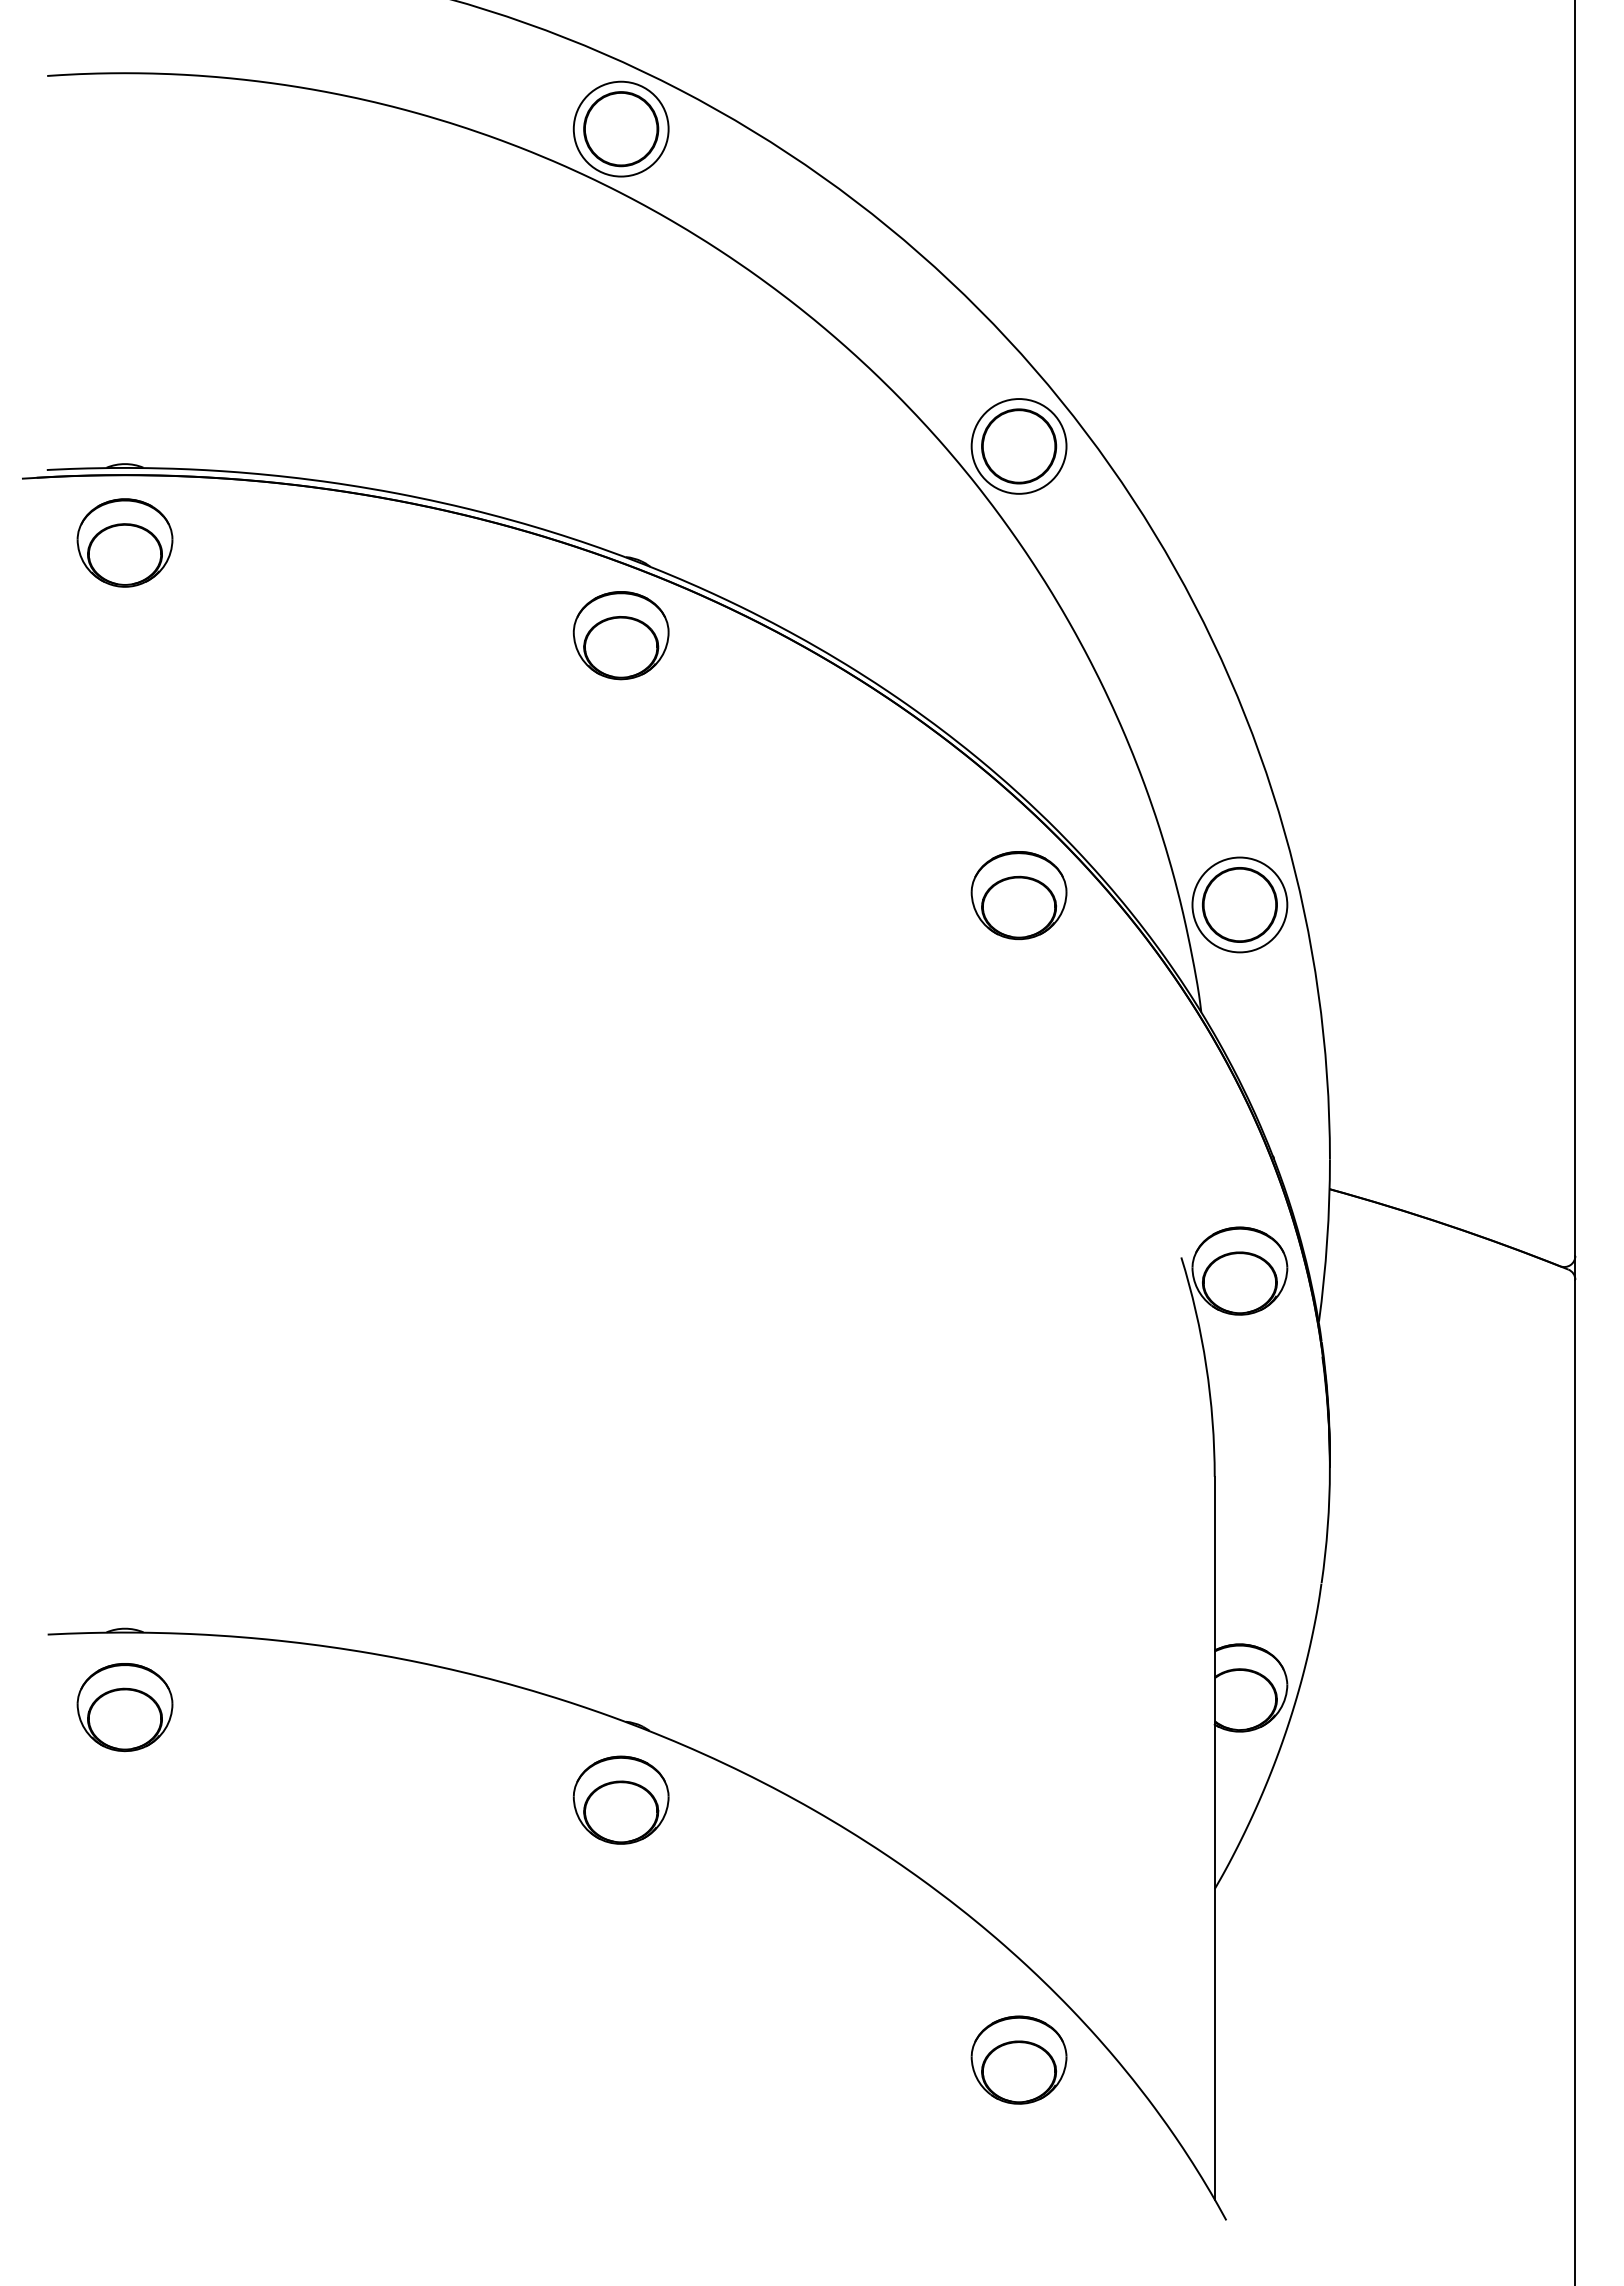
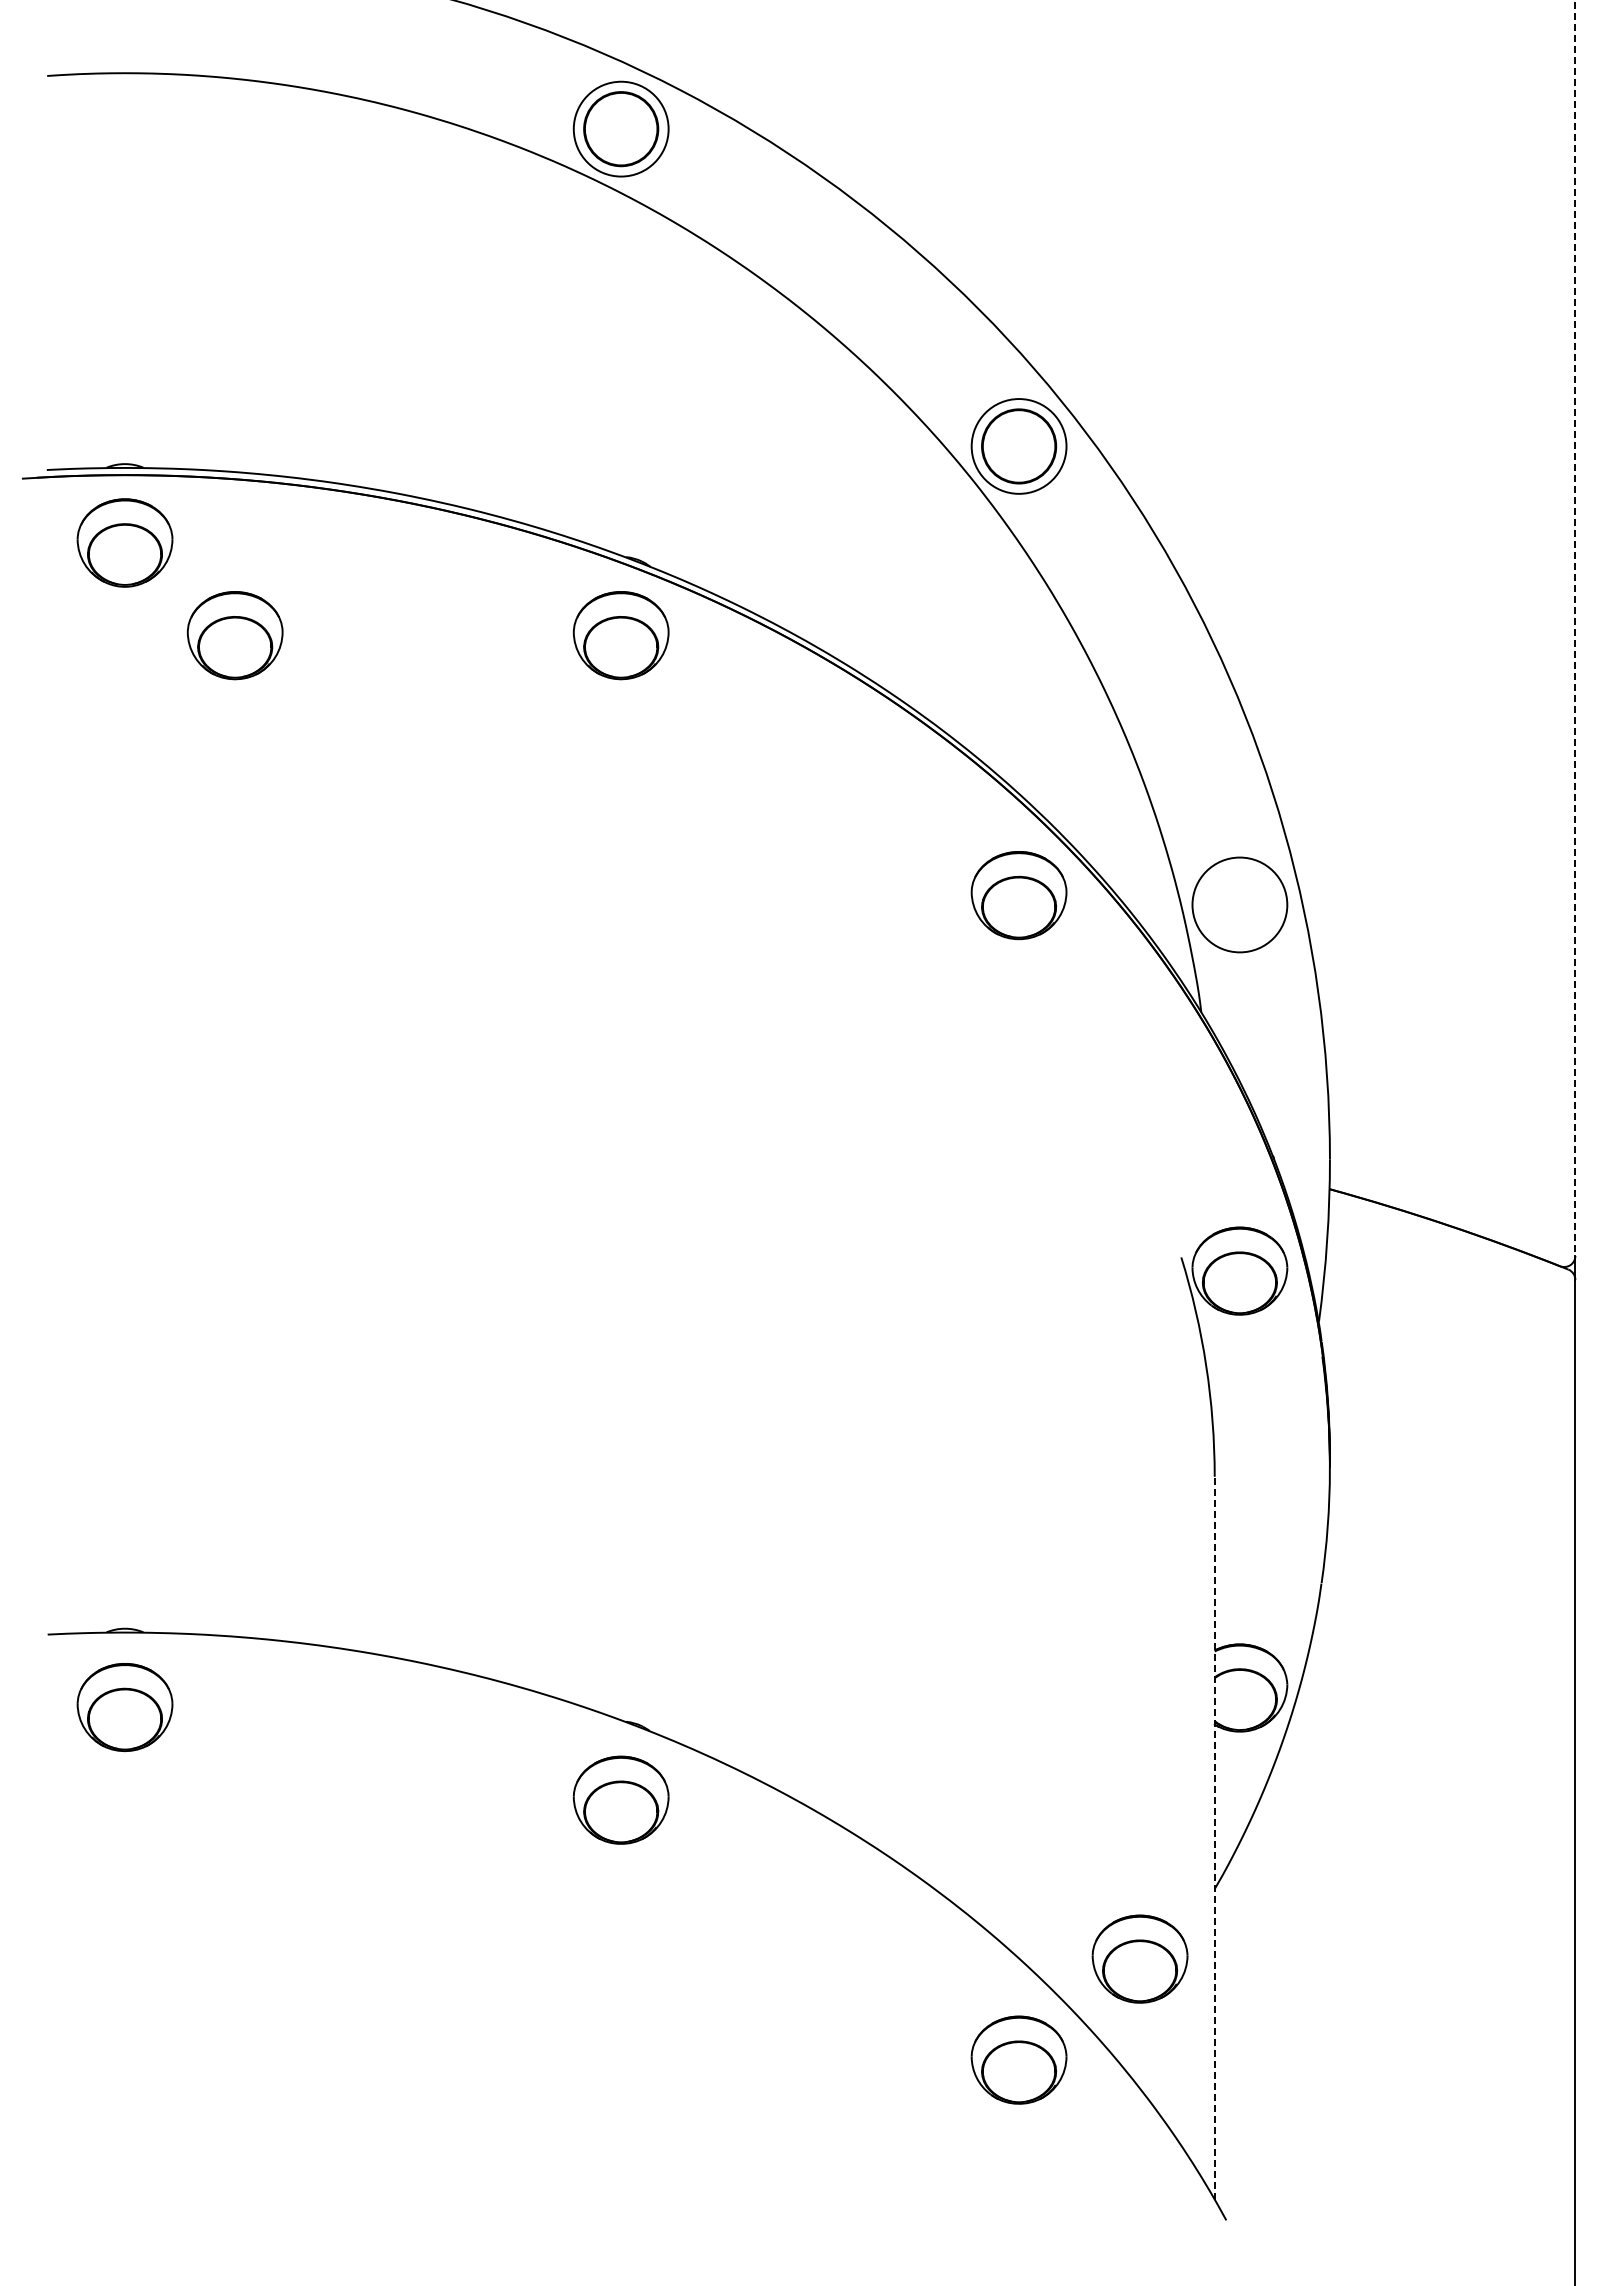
line at (1575, 628): solid -> dashed
part at (234, 635): none -> present
circle at (1239, 904): present -> none
line at (1214, 1837): solid -> dashed
part at (1139, 1958): none -> present
